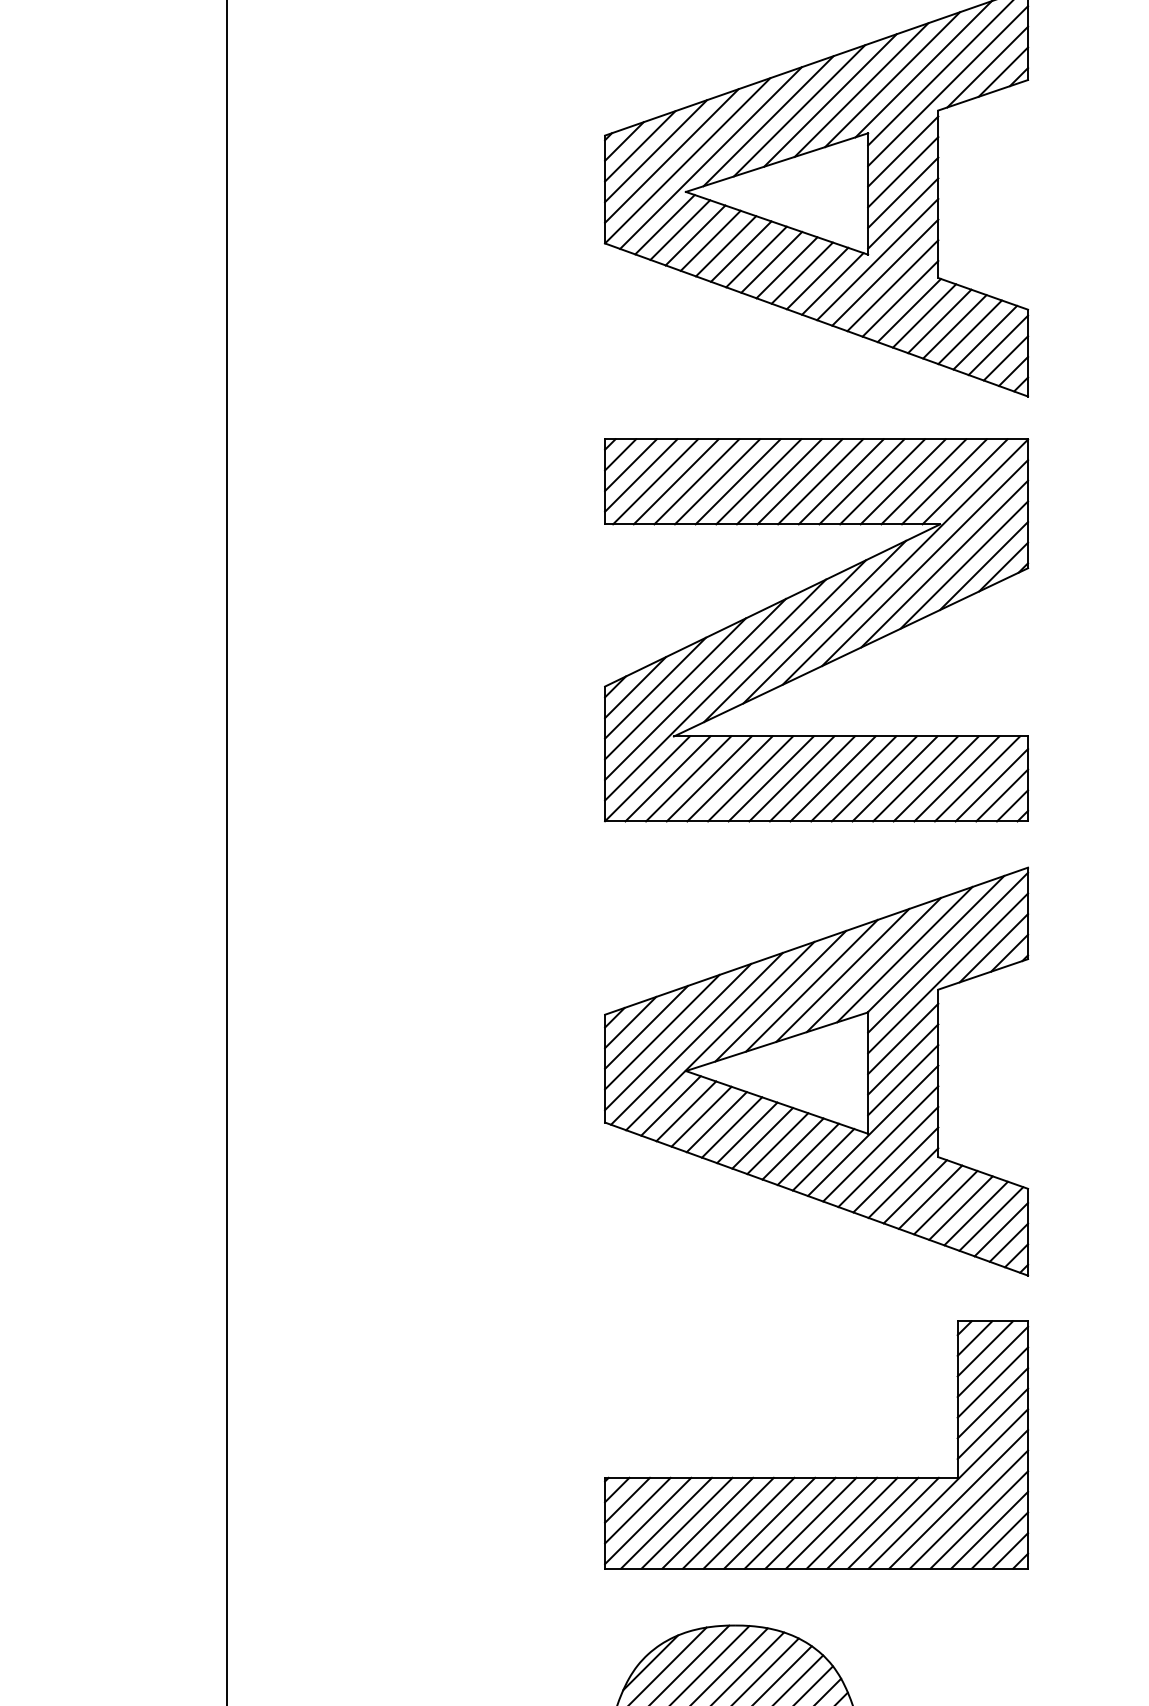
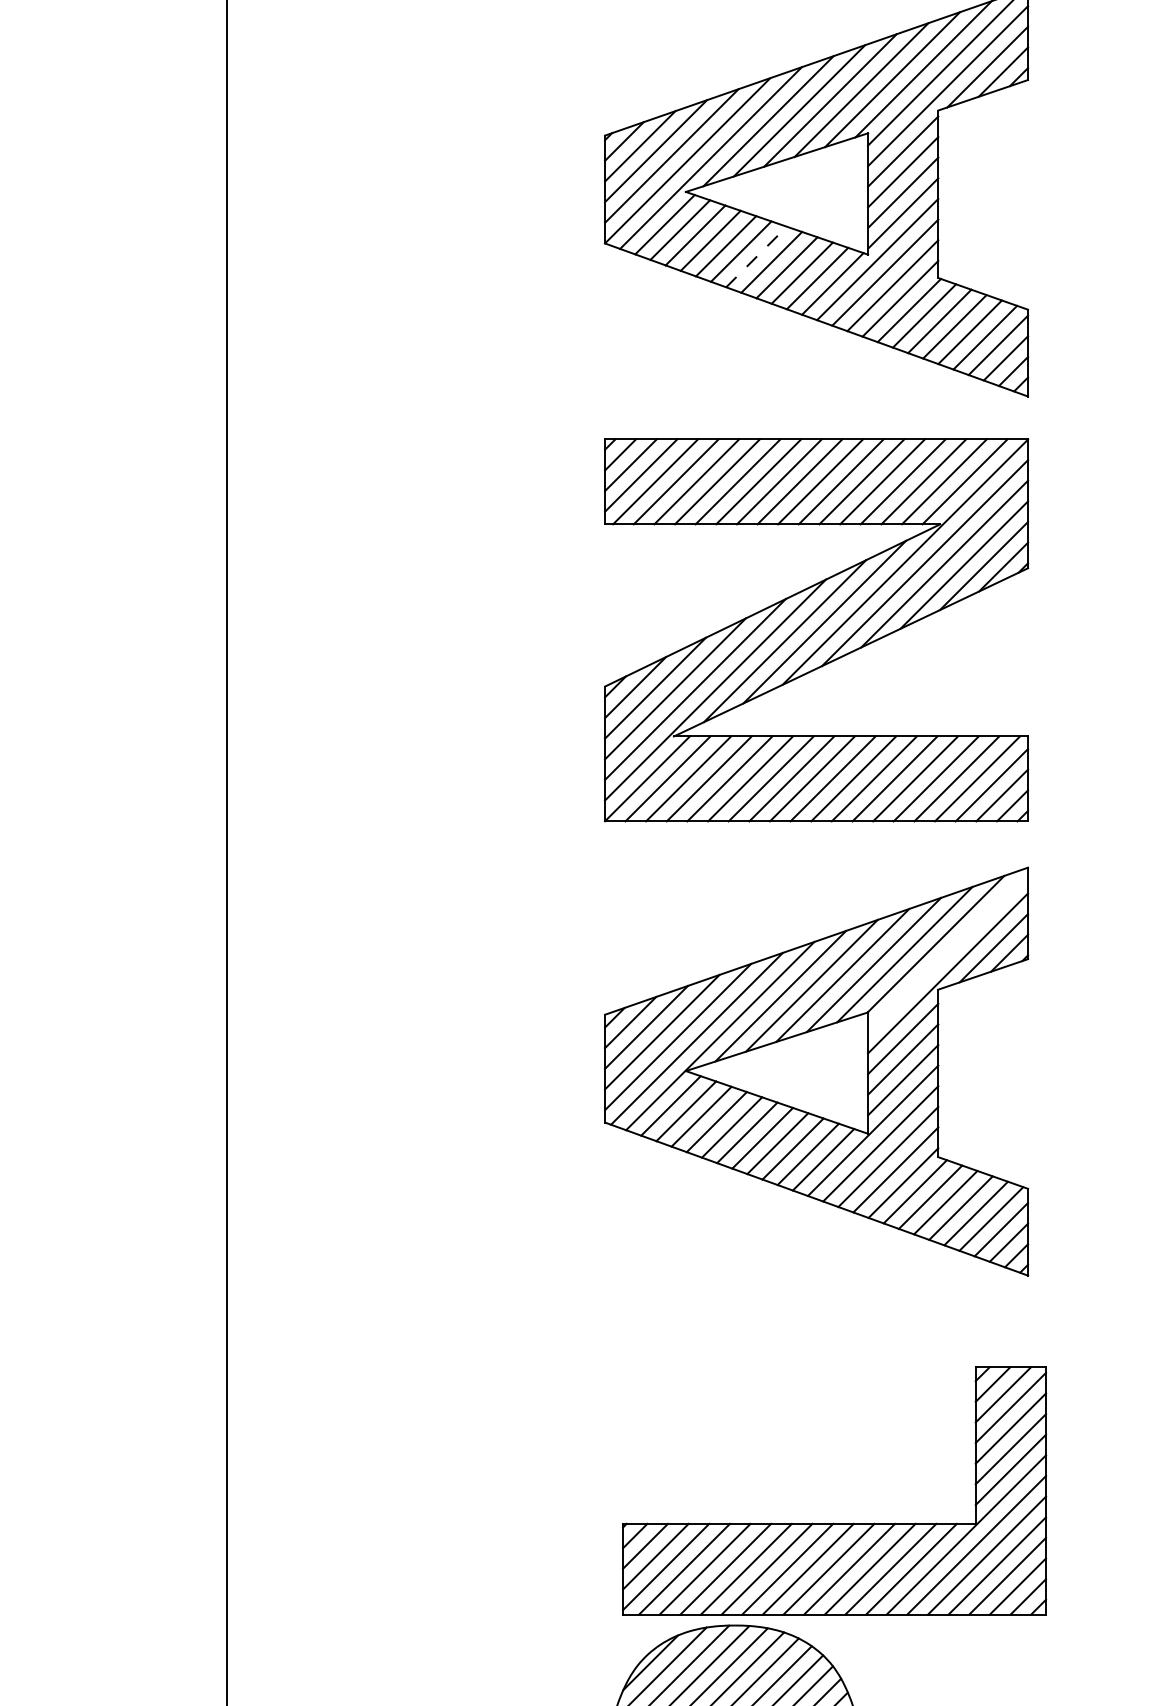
line at (756, 257): solid -> dashed
line at (948, 952): present -> none
part at (815, 1476) position: (815, 1476) -> (833, 1522)
